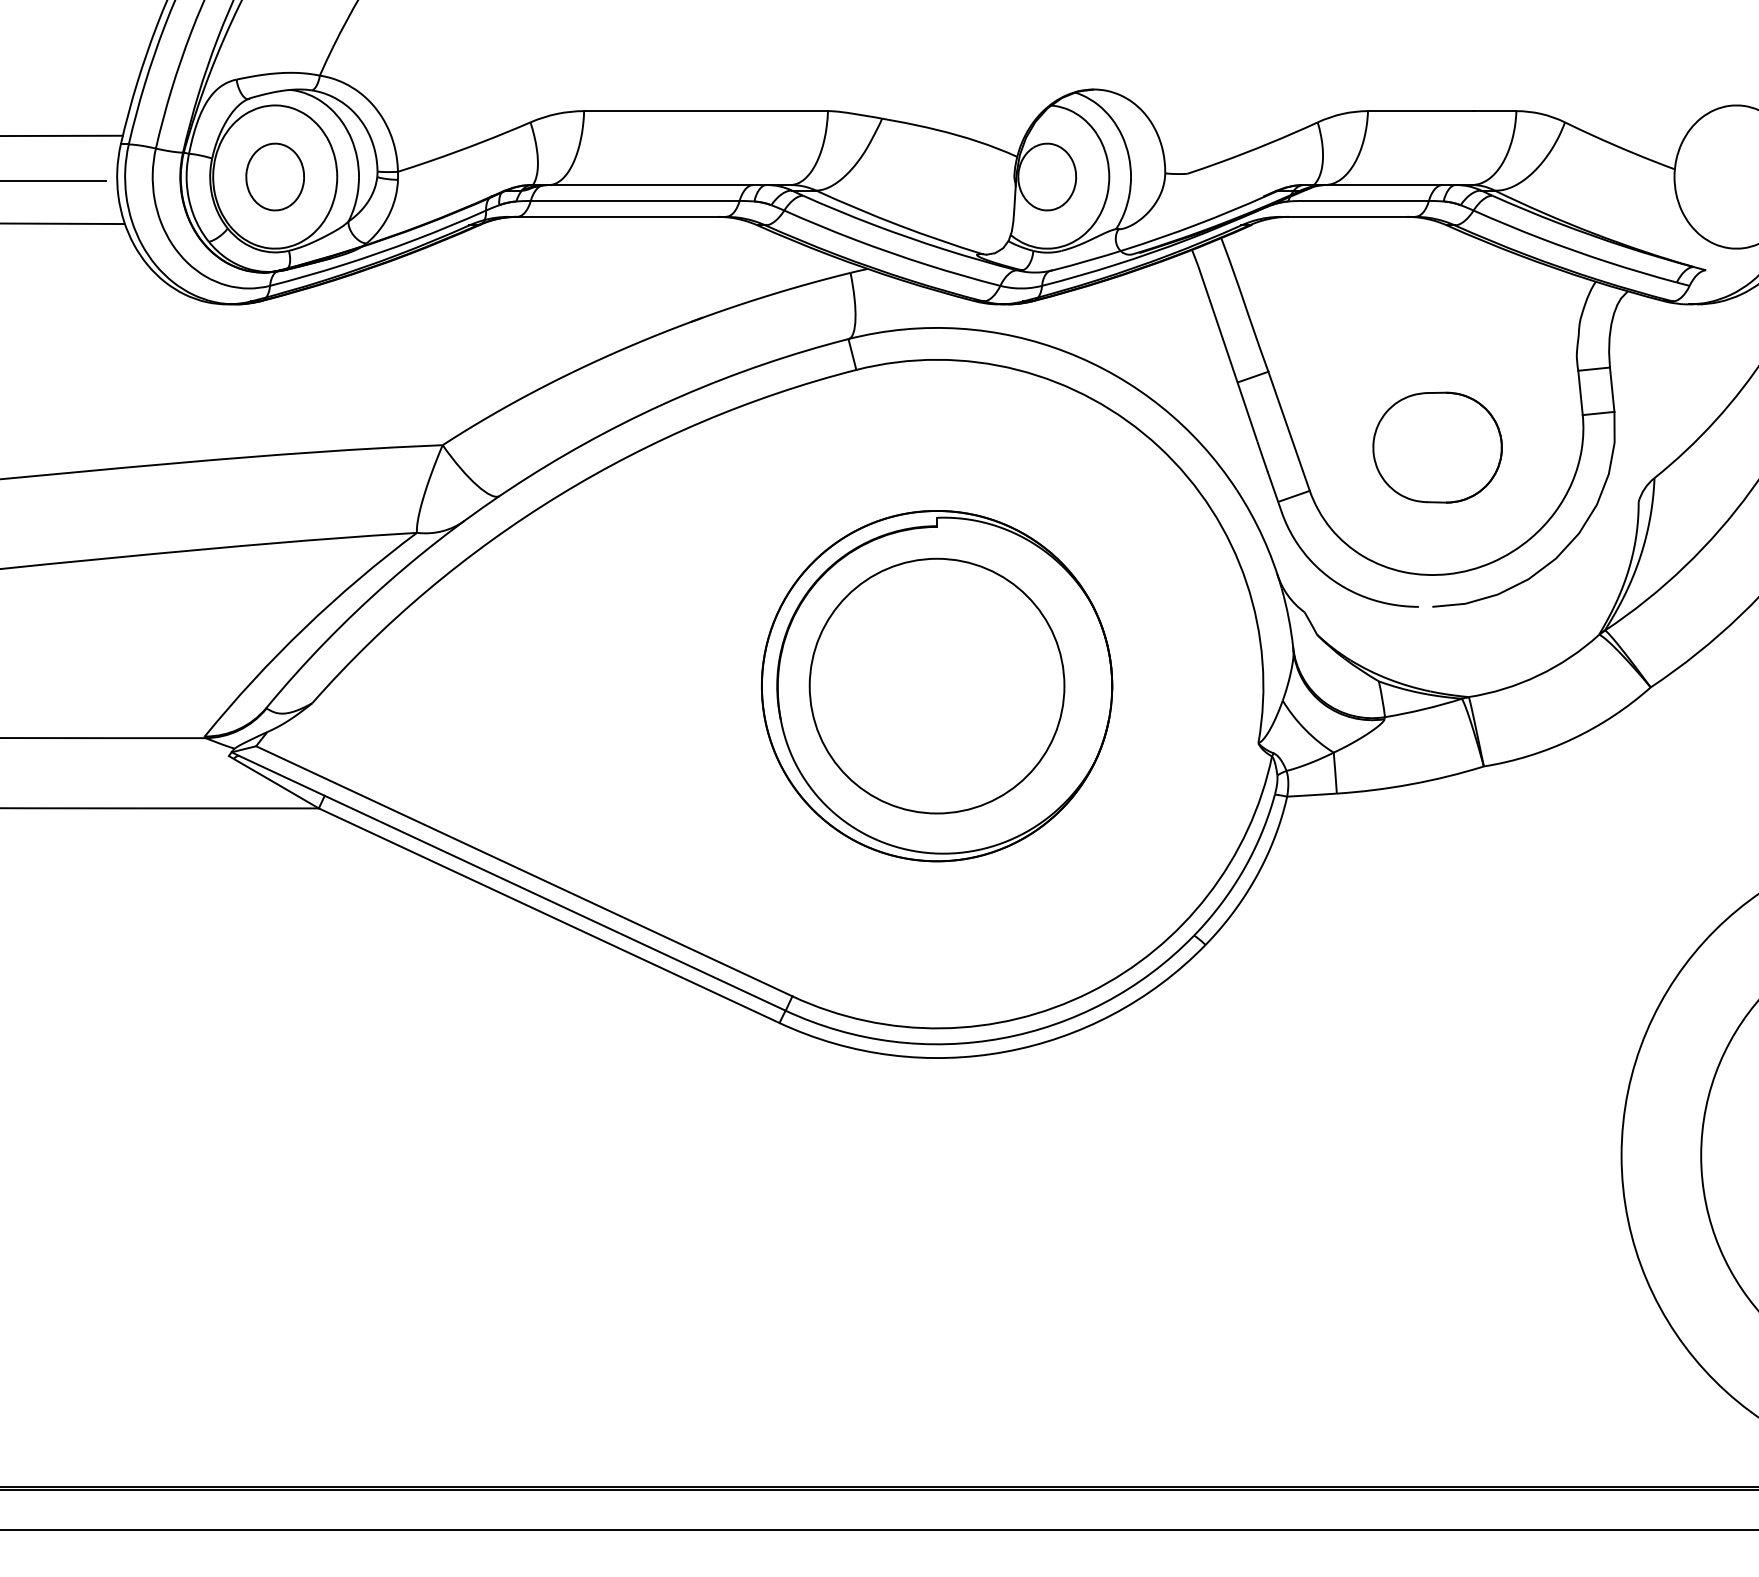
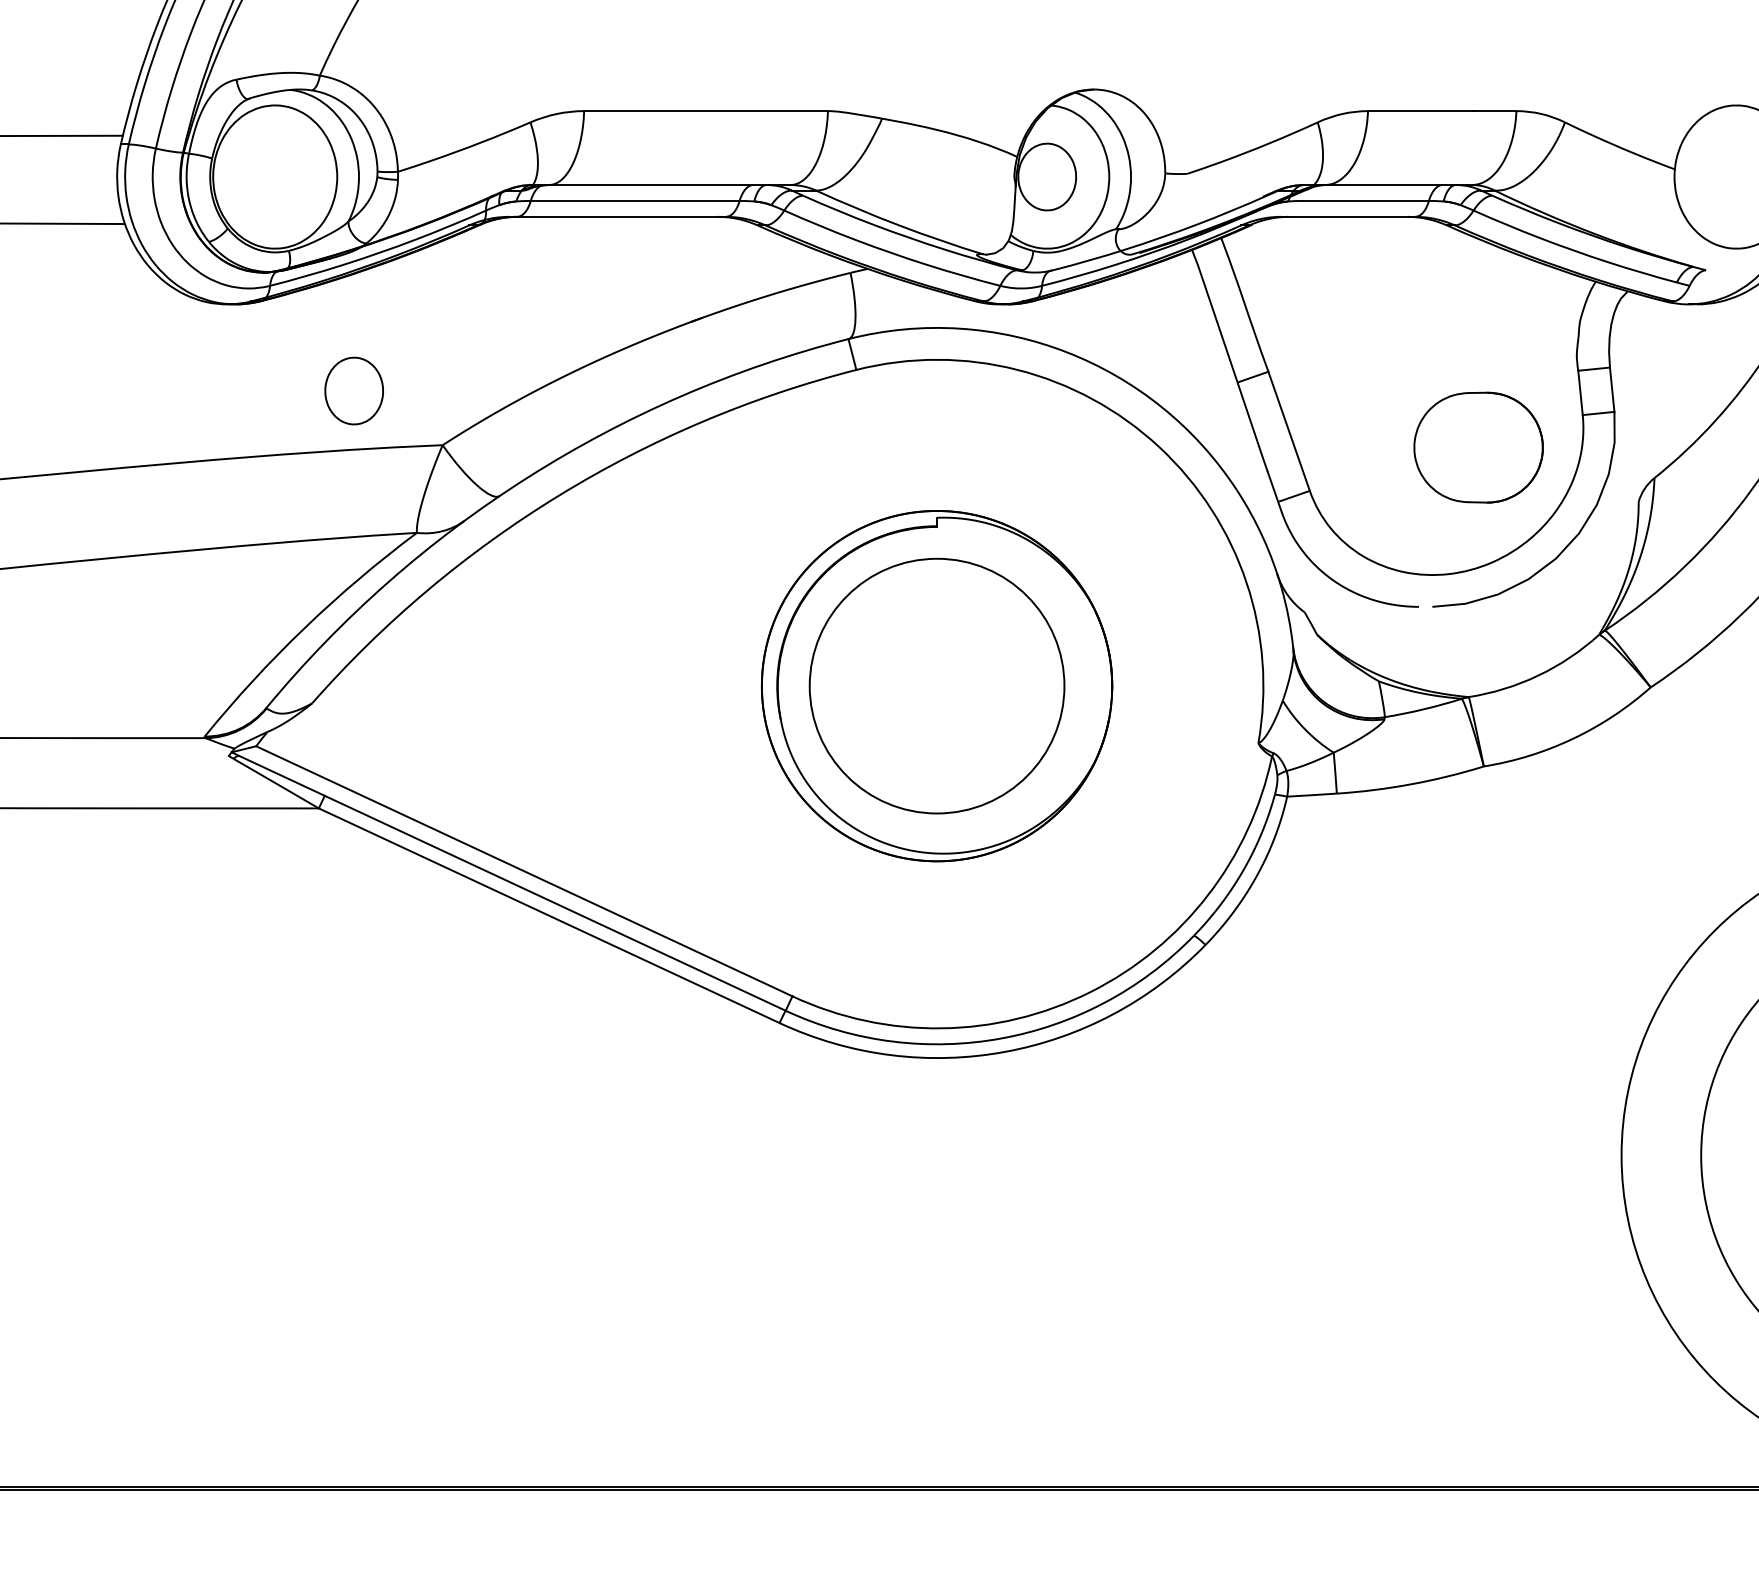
part at (274, 176) position: (274, 176) -> (353, 390)
line at (54, 181): present -> none
part at (1437, 447) position: (1437, 447) -> (1478, 447)
line at (878, 1529): present -> none
